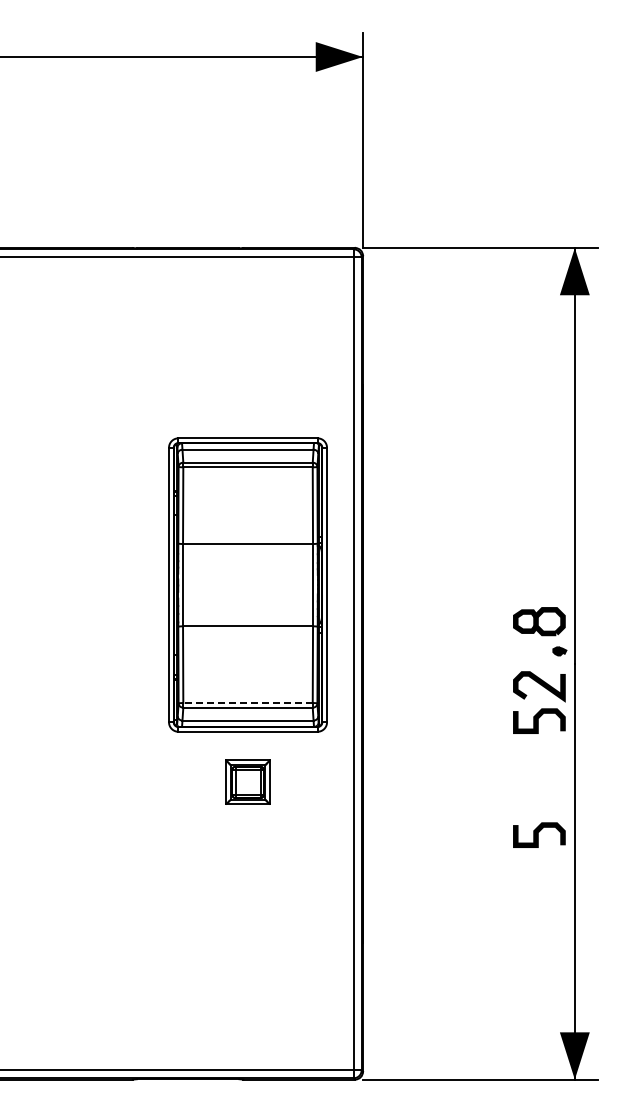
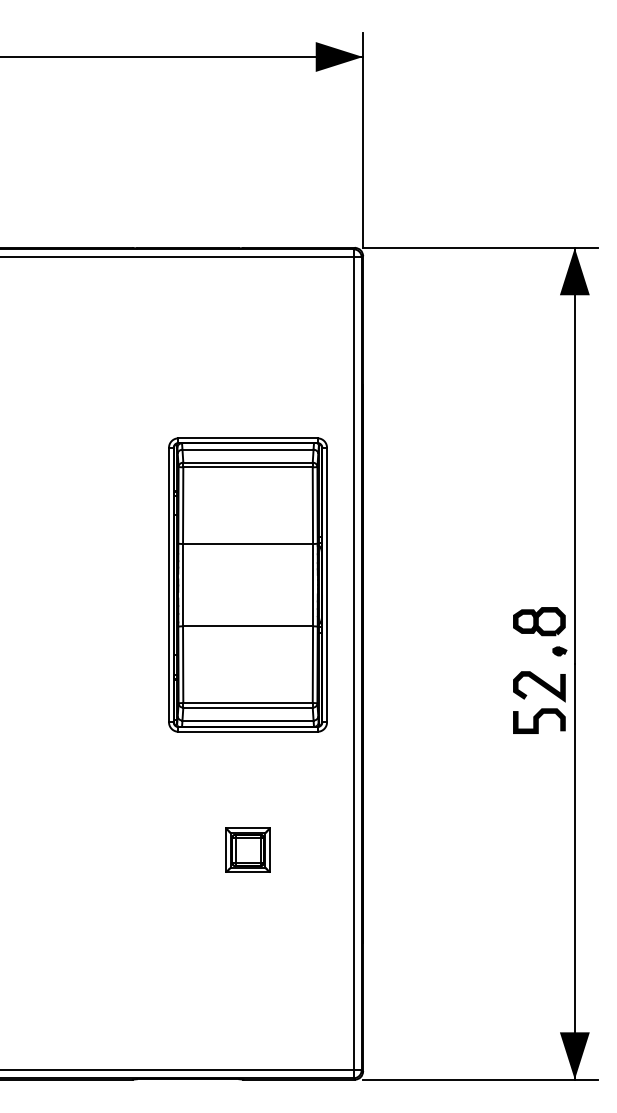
line at (248, 703): dashed -> solid
part at (247, 781) position: (247, 781) -> (247, 849)
curve at (538, 834): present -> none
